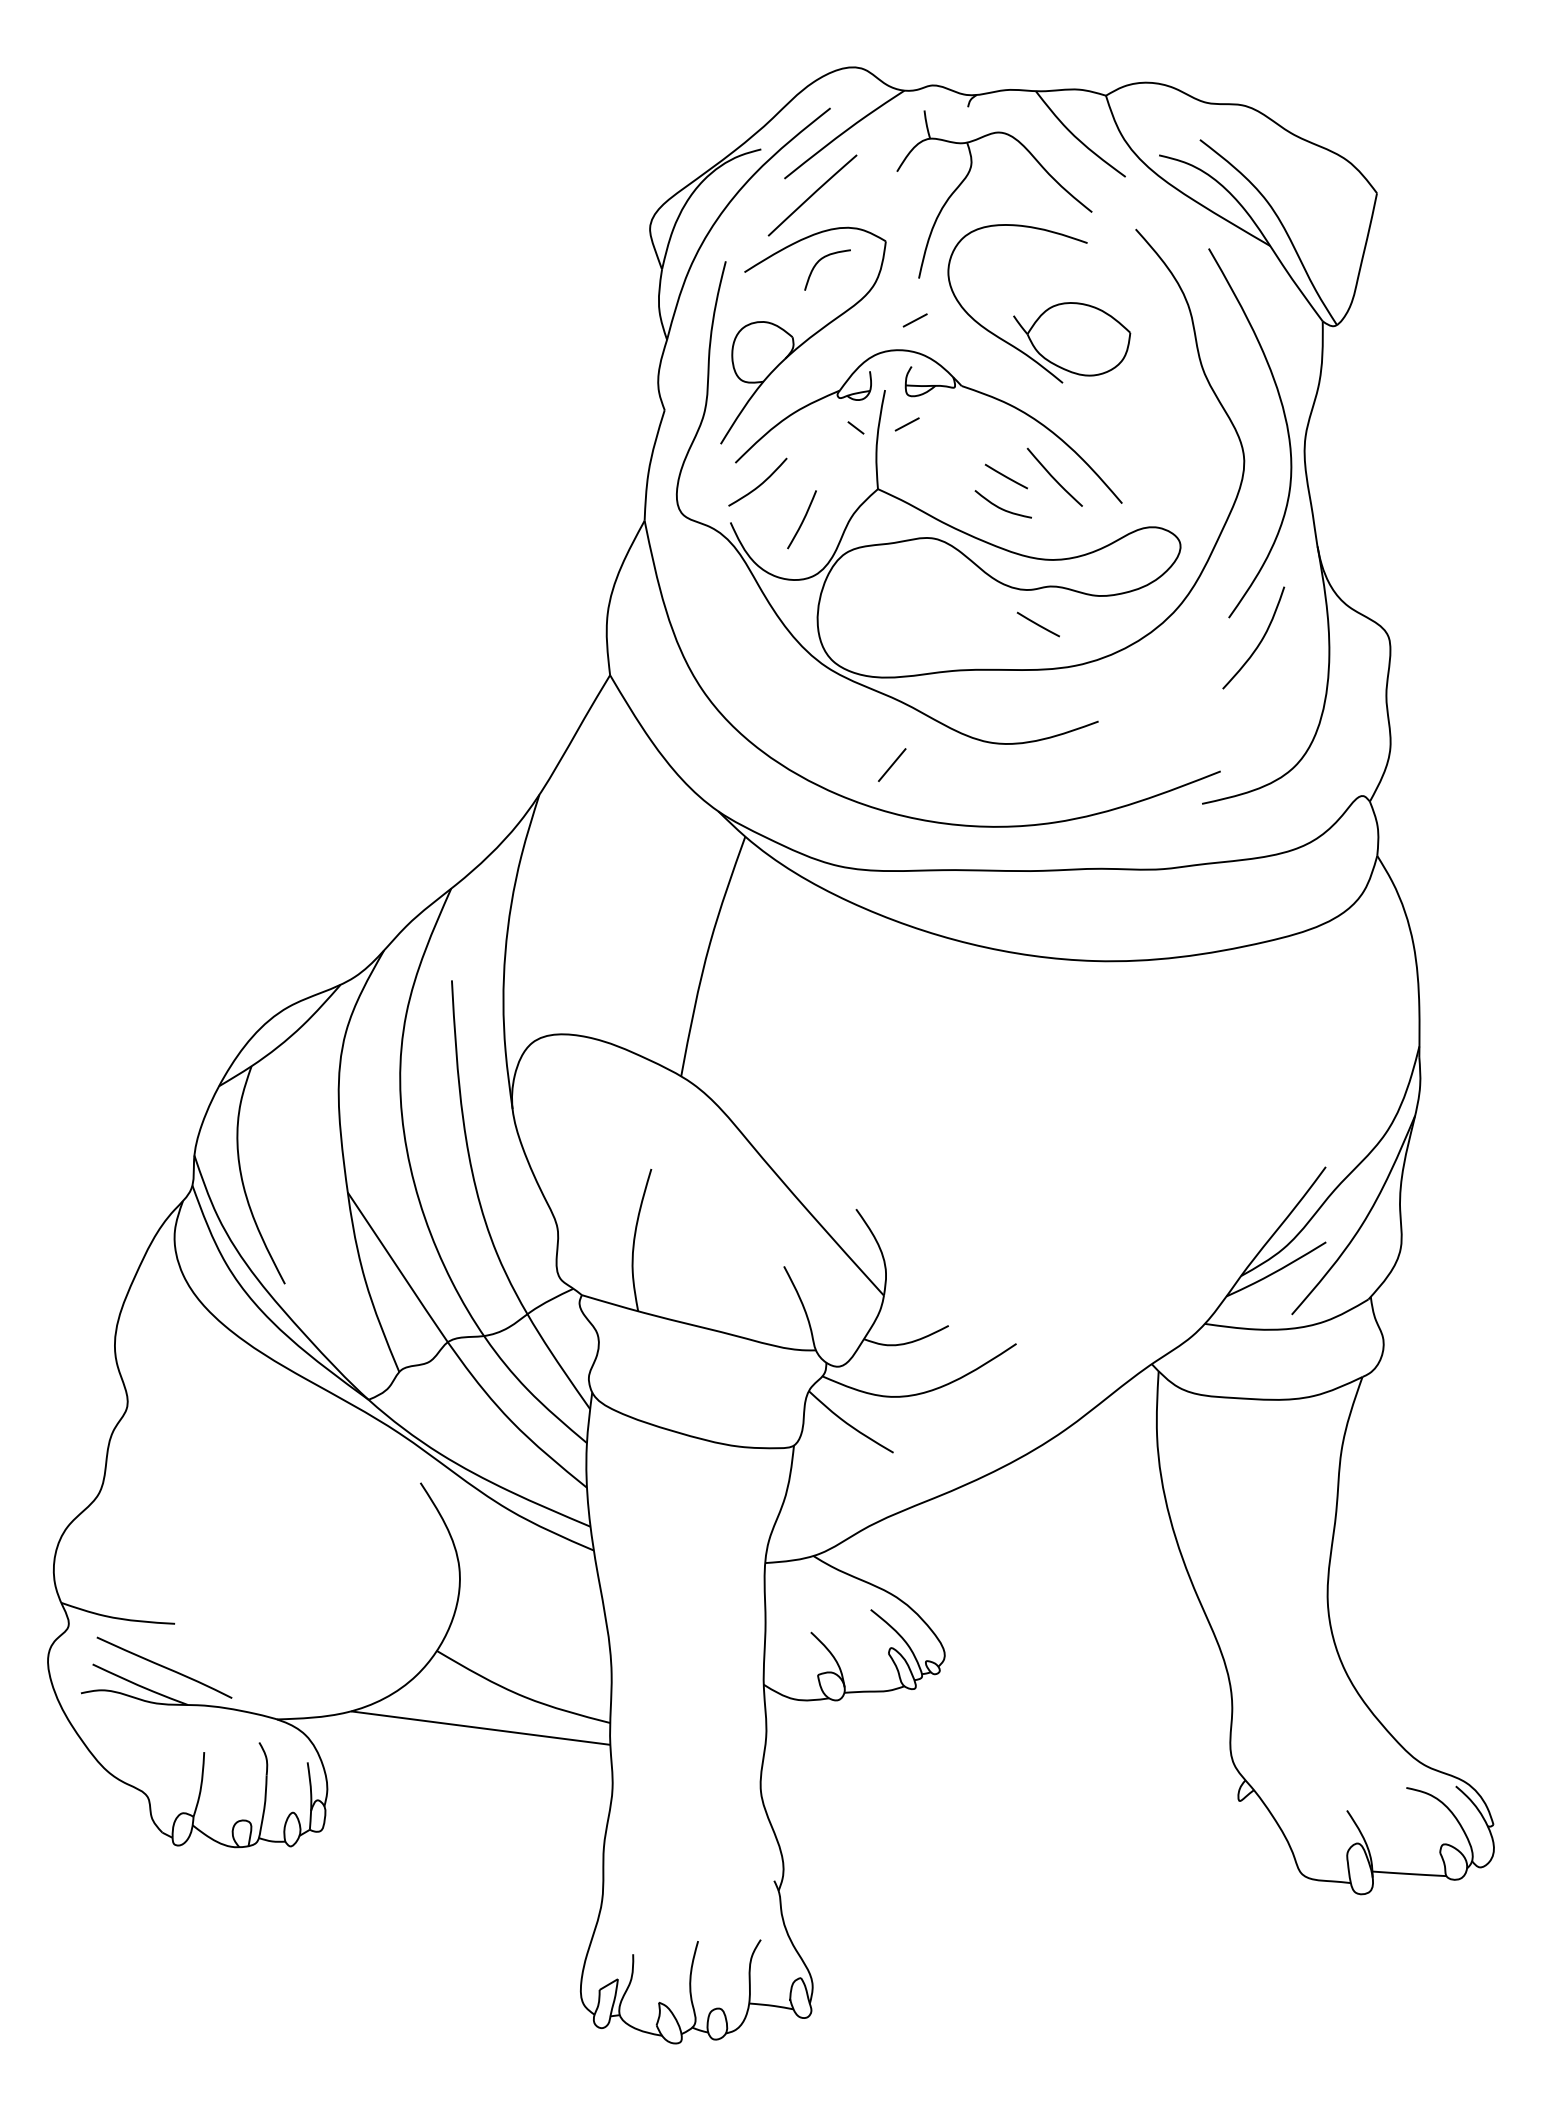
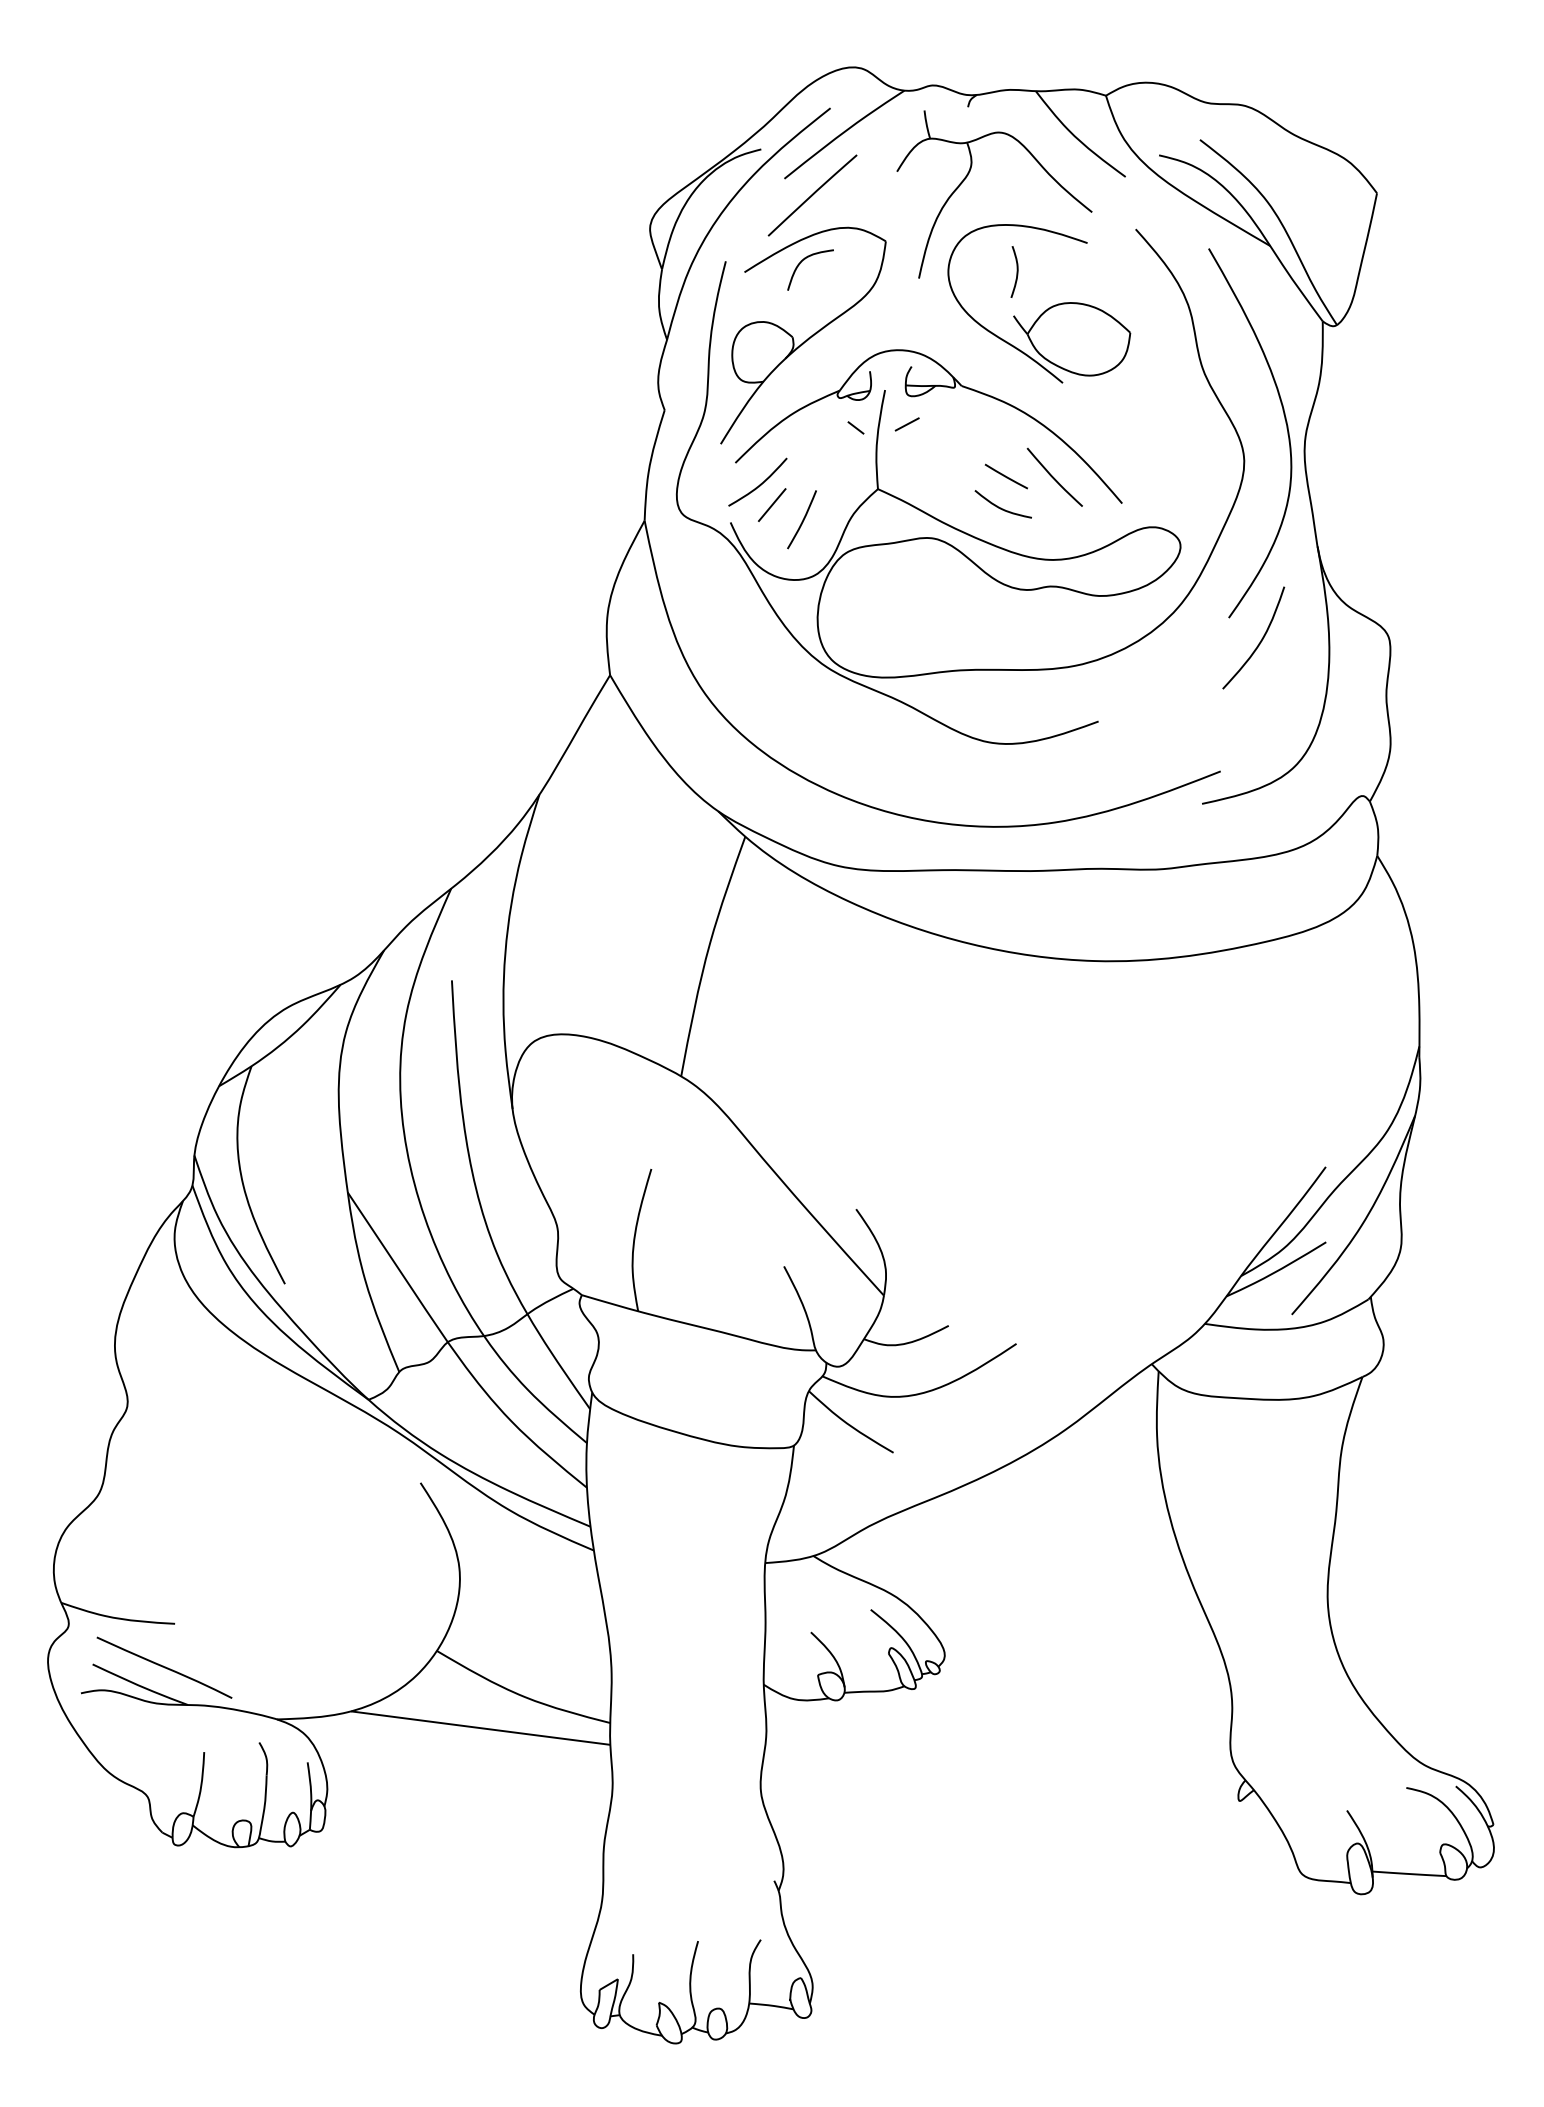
curve at (821, 260) position: (821, 260) -> (804, 260)
curve at (1016, 271): none -> present
line at (914, 320): present -> none
line at (1037, 624): present -> none
line at (892, 764) position: (892, 764) -> (772, 504)
